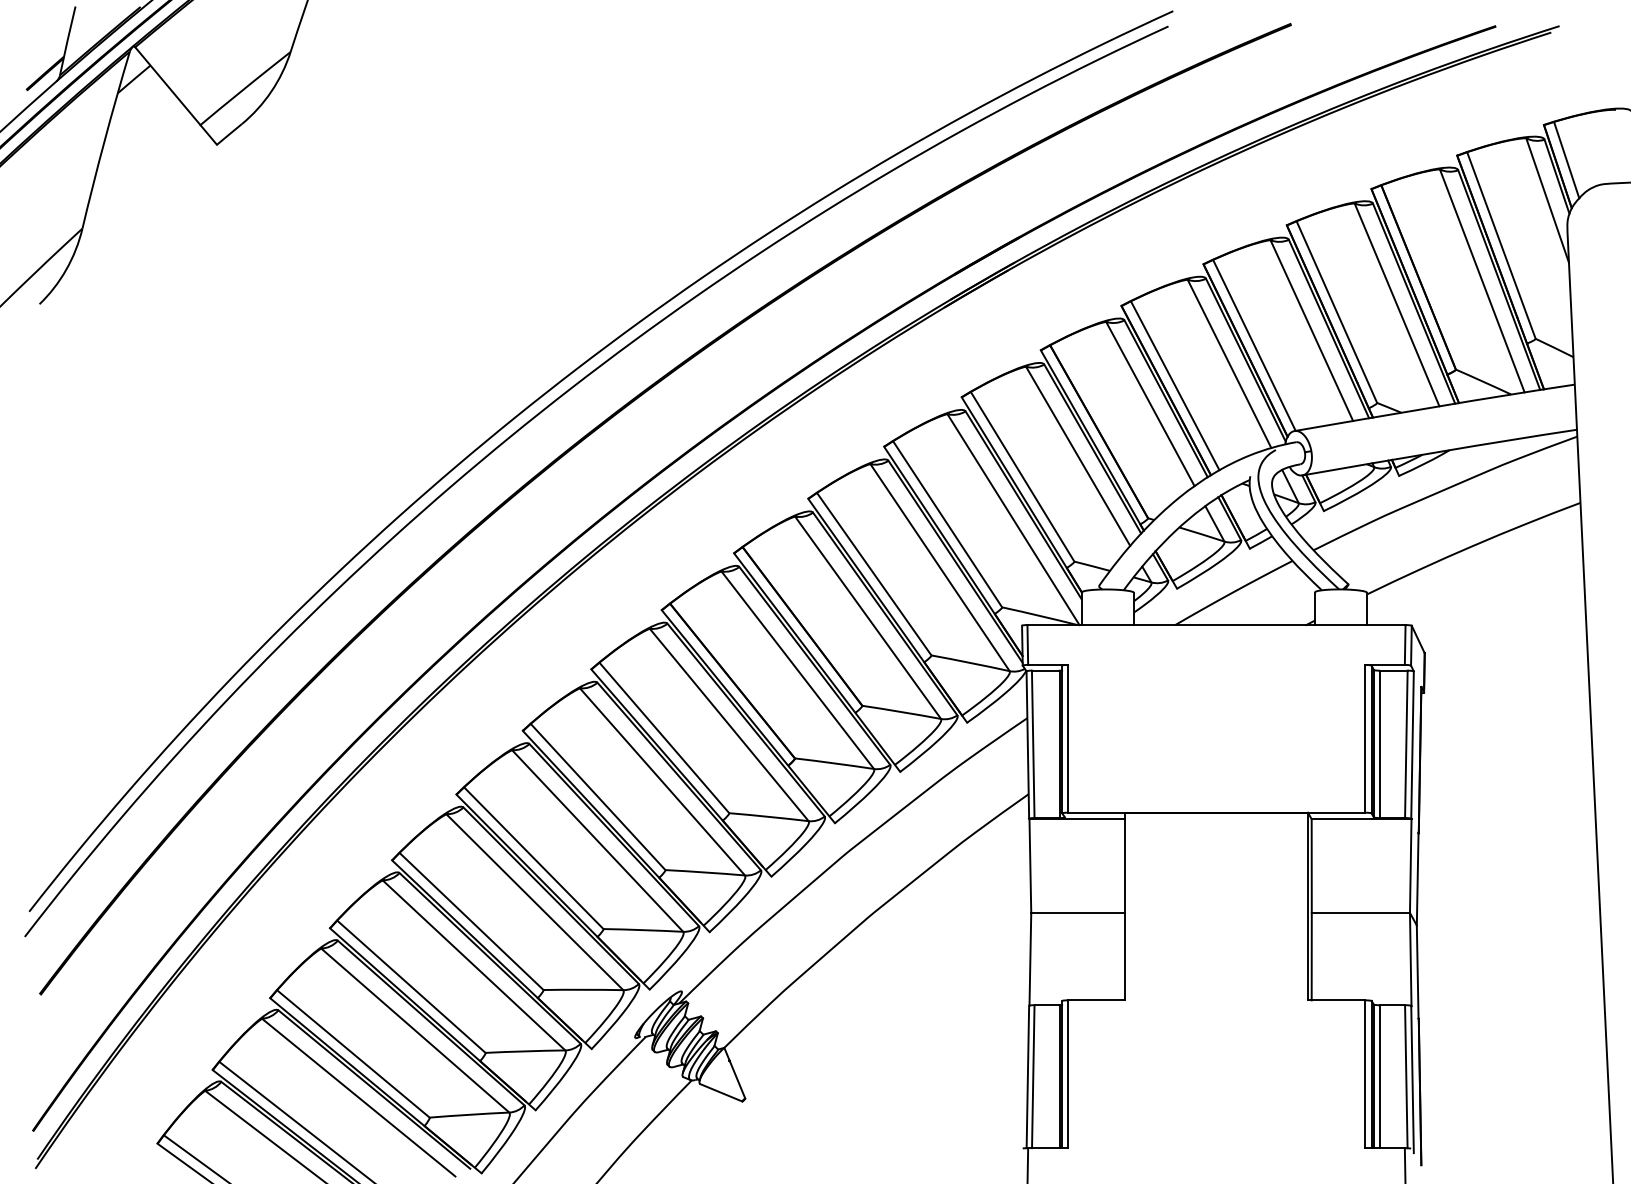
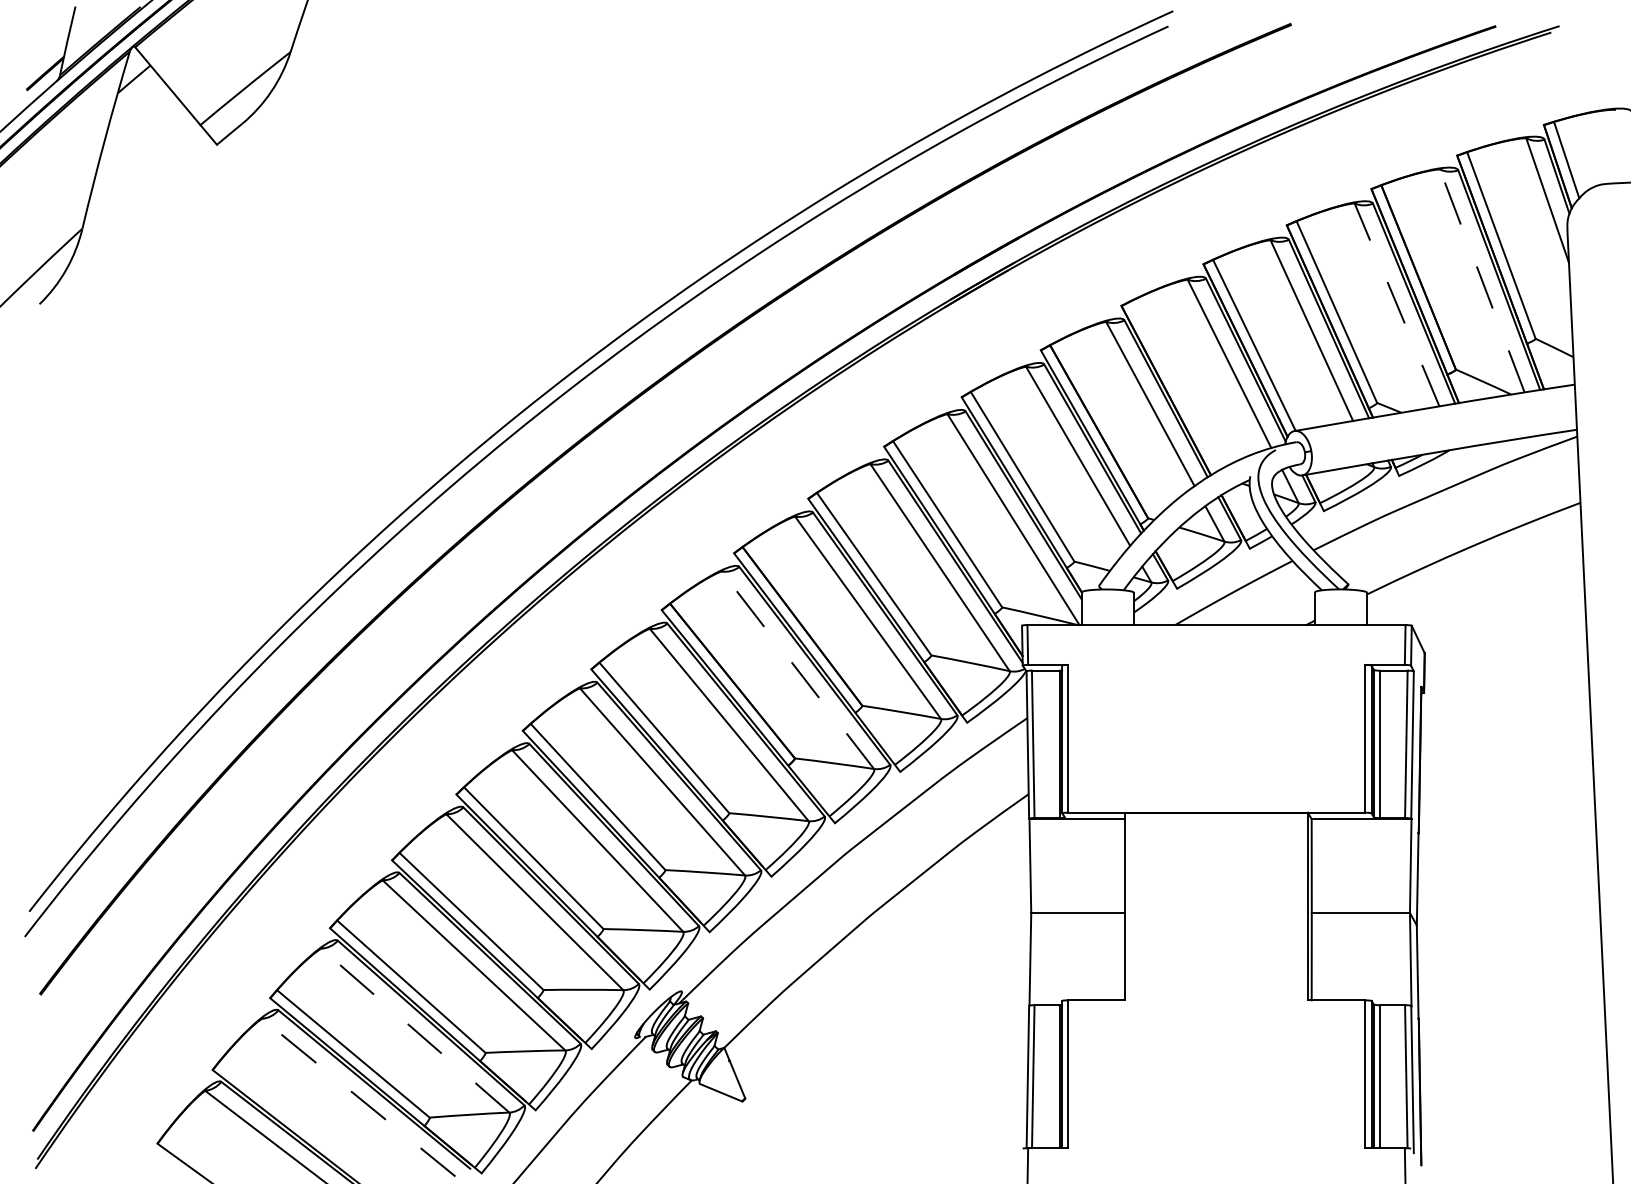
line at (1482, 280): solid -> dashed
line at (1397, 304): solid -> dashed
line at (1174, 385): present -> none
line at (797, 670): solid -> dashed
line at (415, 1030): solid -> dashed
line at (358, 1097): solid -> dashed
line at (295, 1120): present -> none
line at (194, 1157): present -> none
